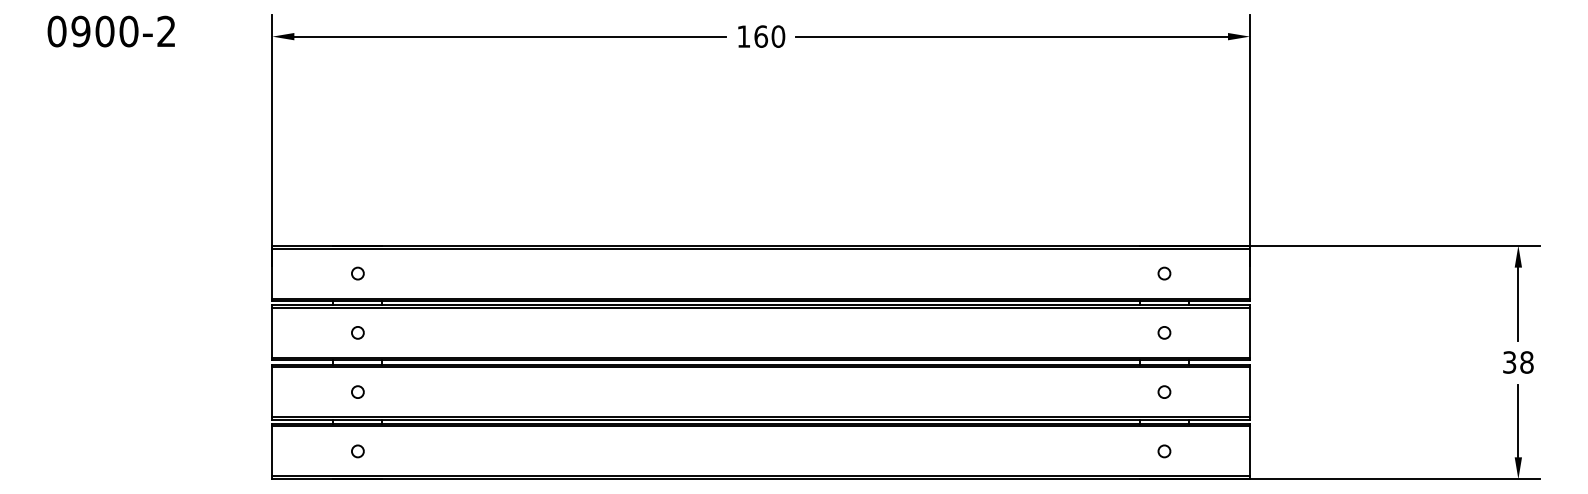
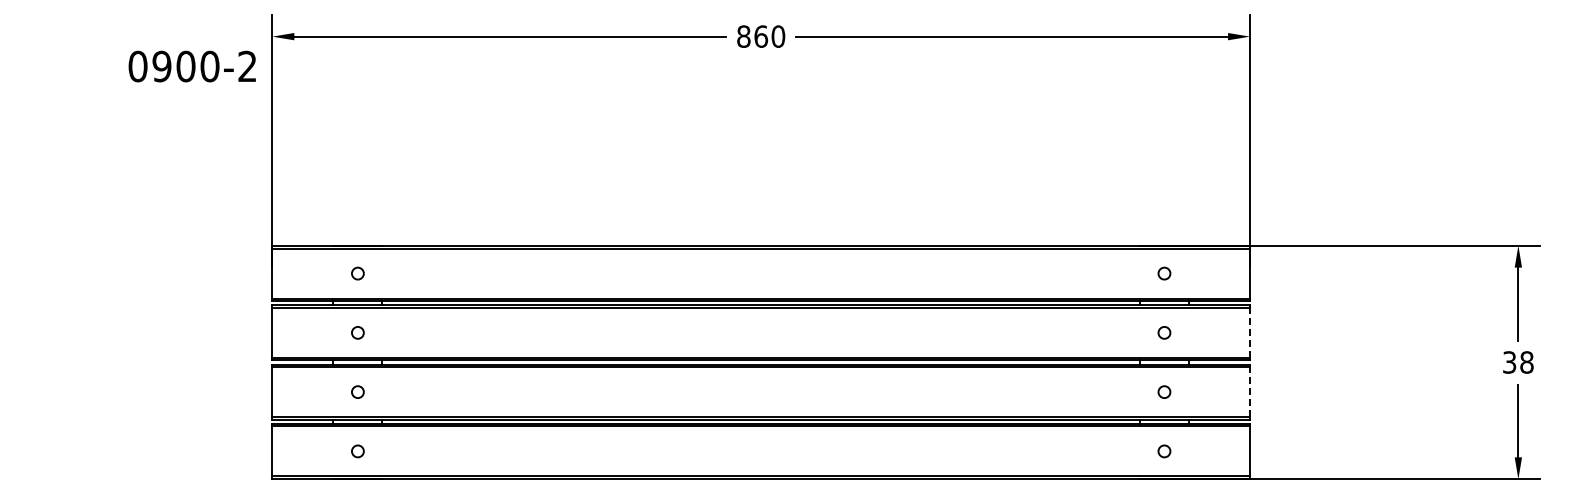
text at (110, 31) position: (110, 31) -> (191, 66)
text at (743, 36): 160 -> 860
line at (1250, 332): solid -> dashed
line at (1250, 391): solid -> dashed
